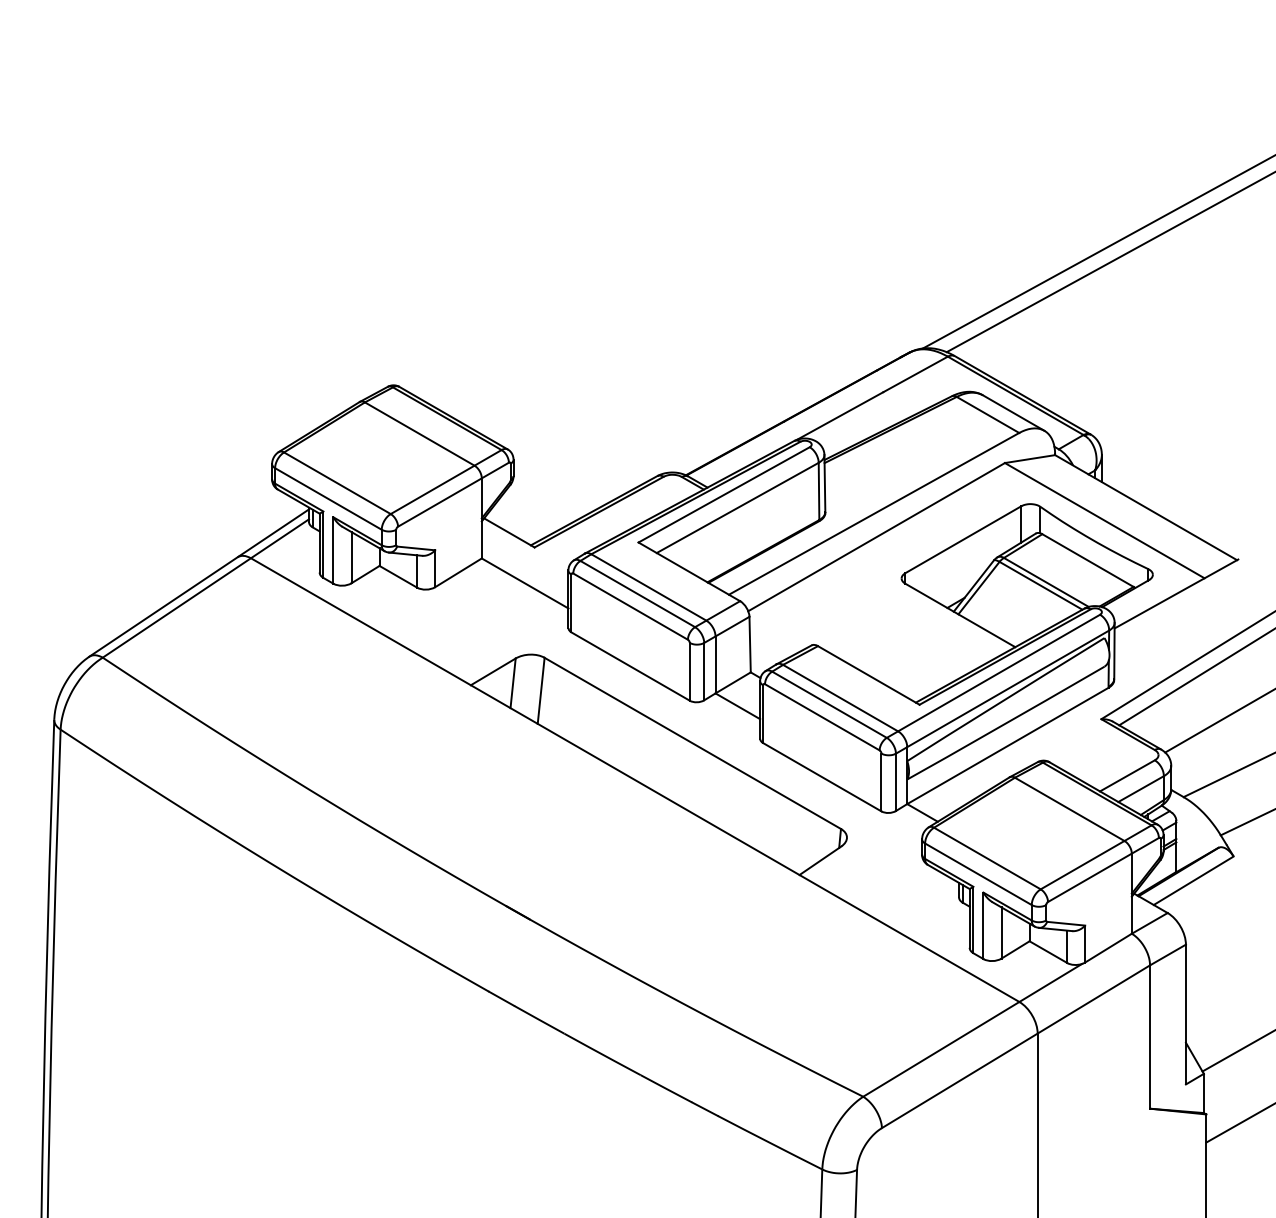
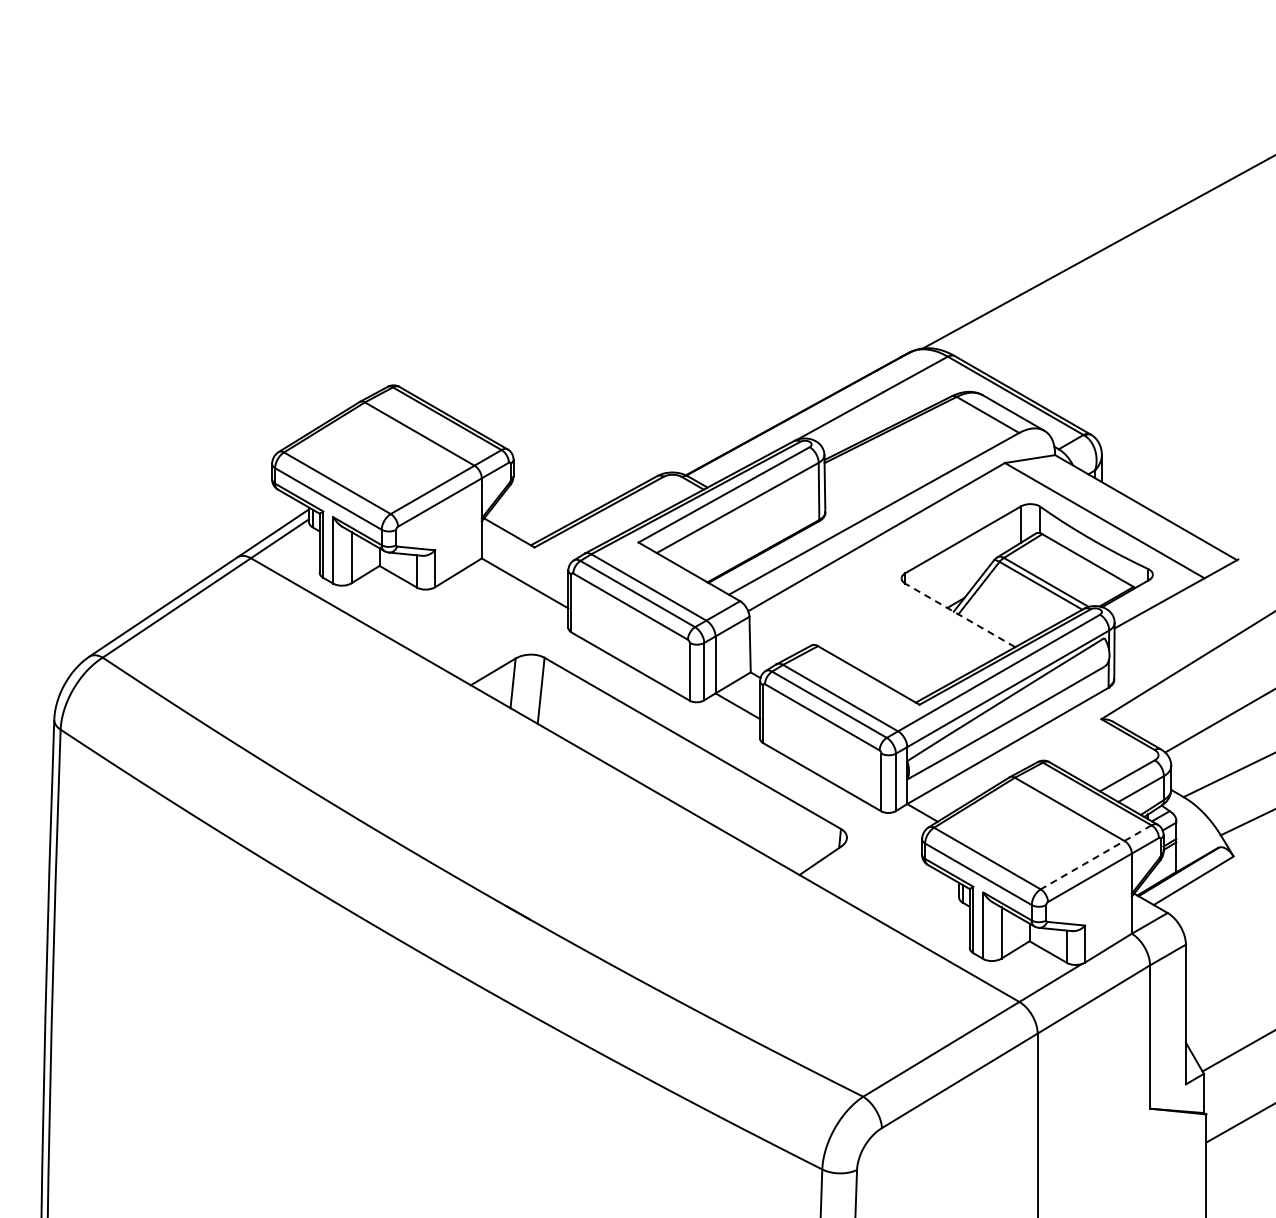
line at (1109, 262): present -> none
line at (959, 615): solid -> dashed
line at (1195, 677): present -> none
line at (1096, 857): solid -> dashed
